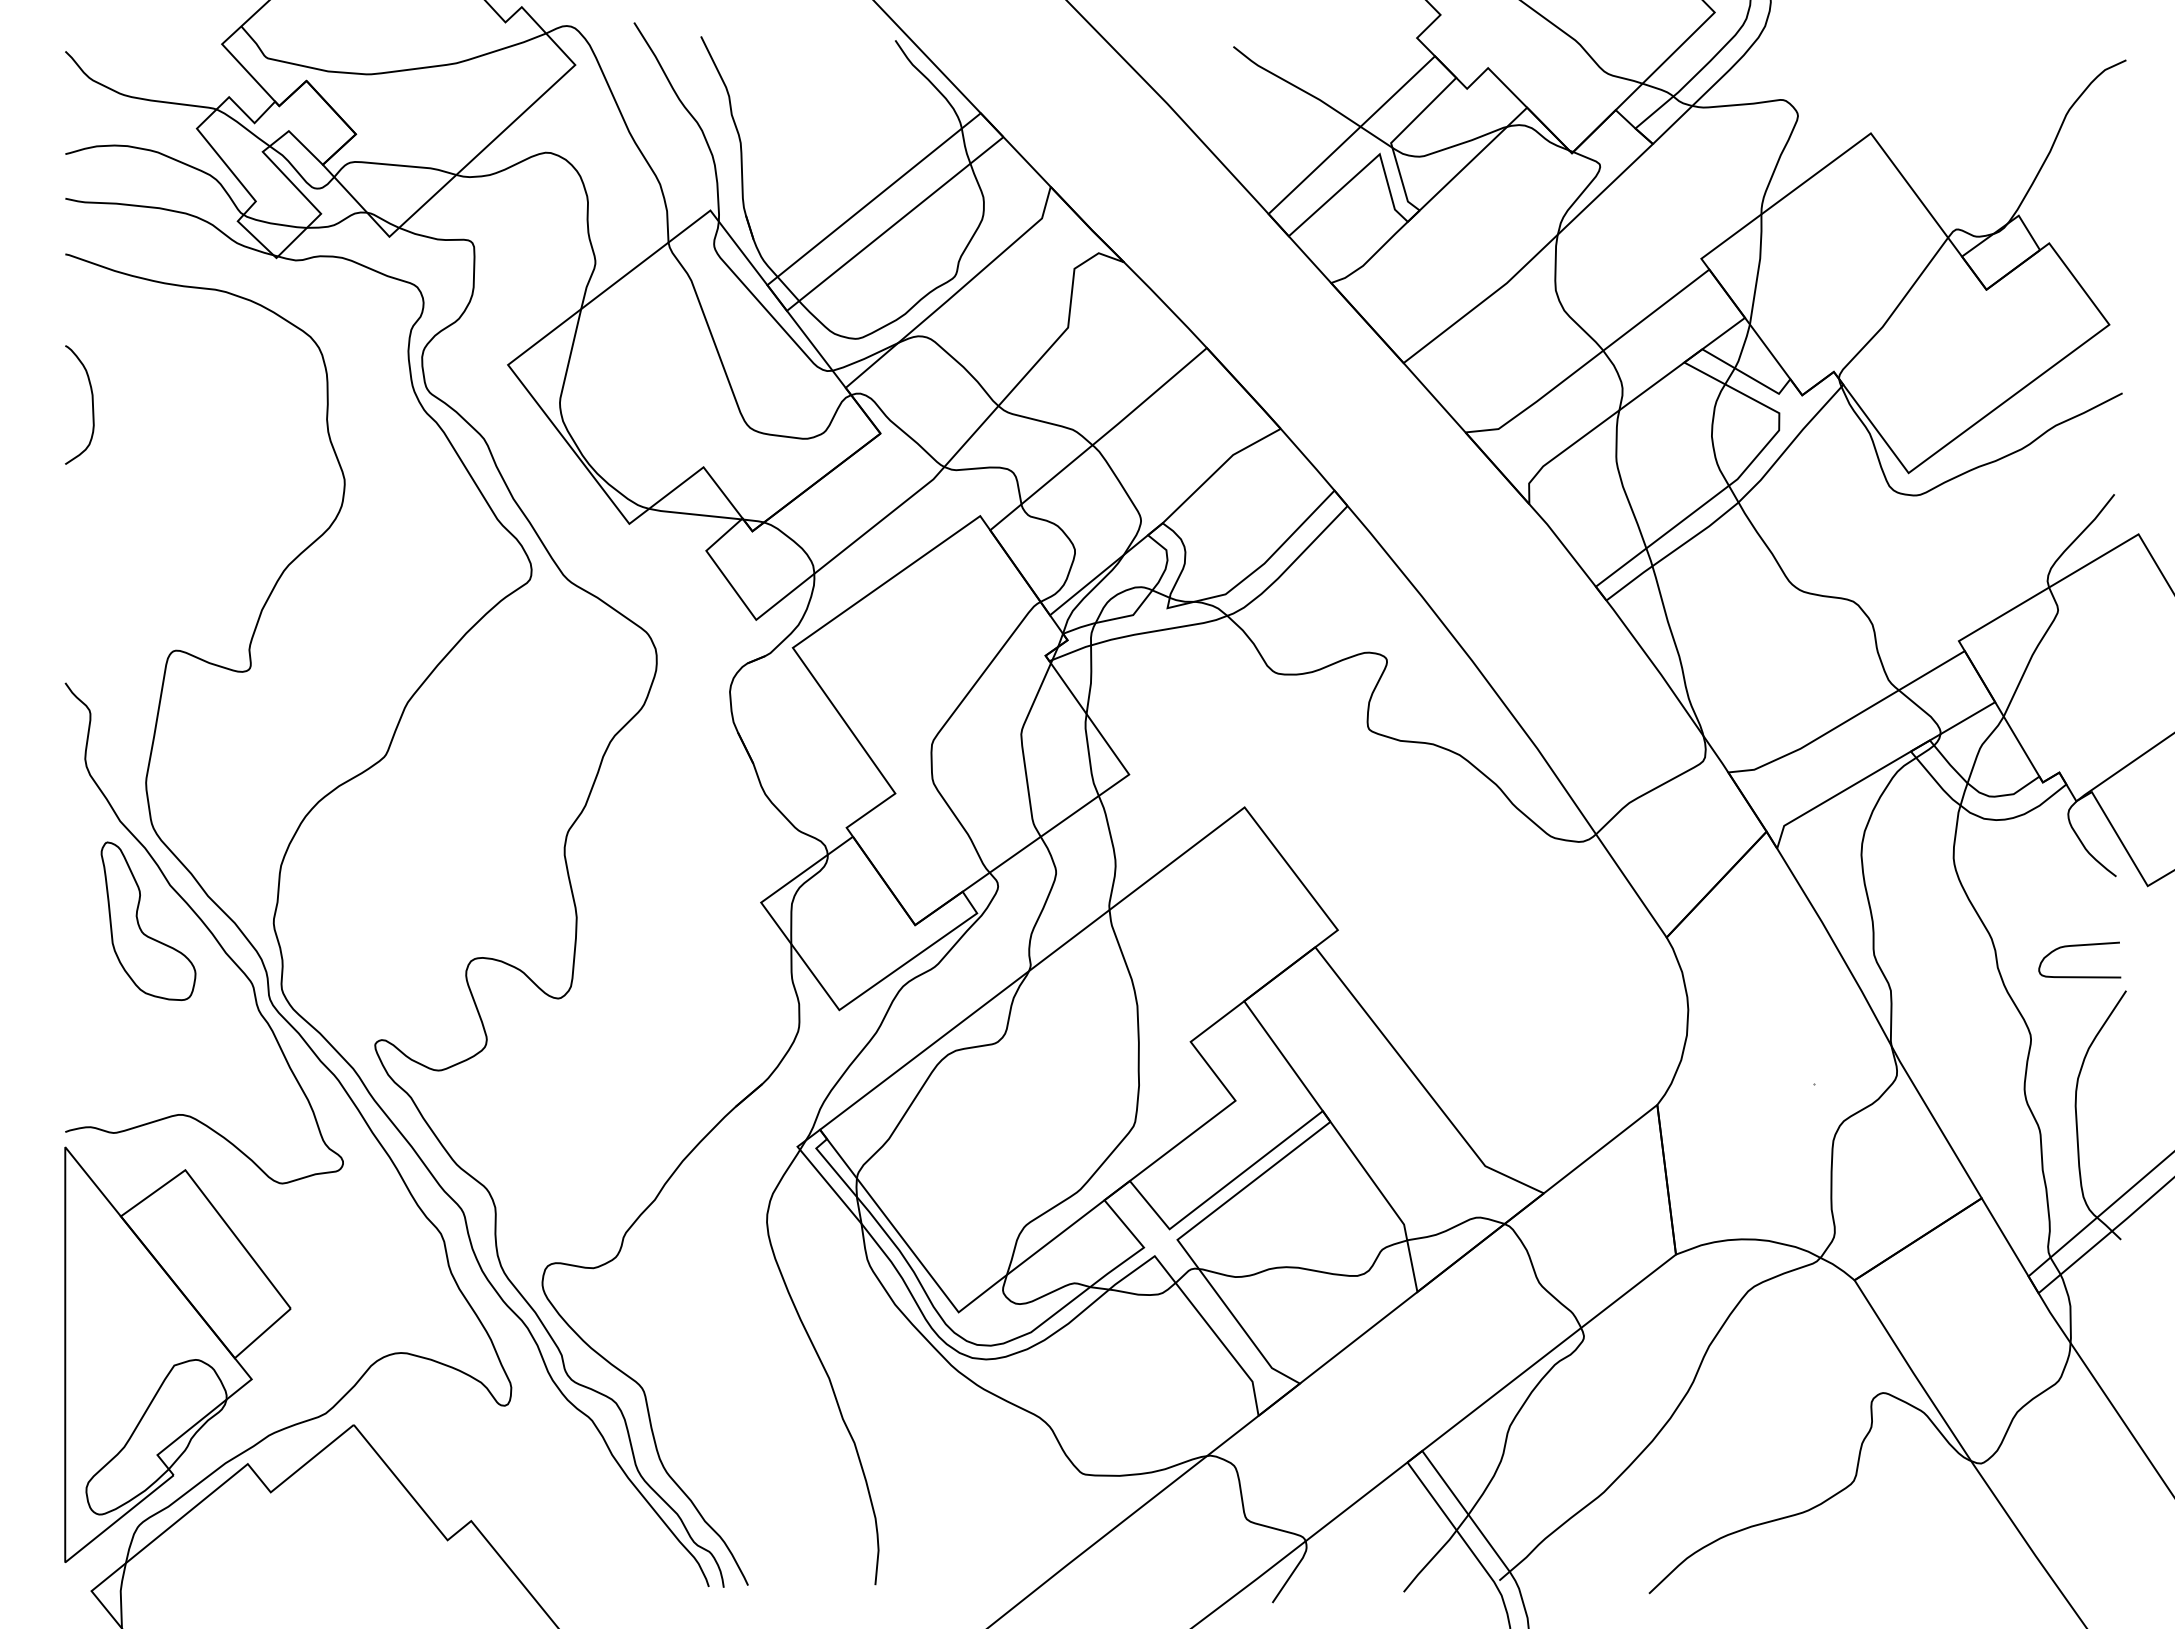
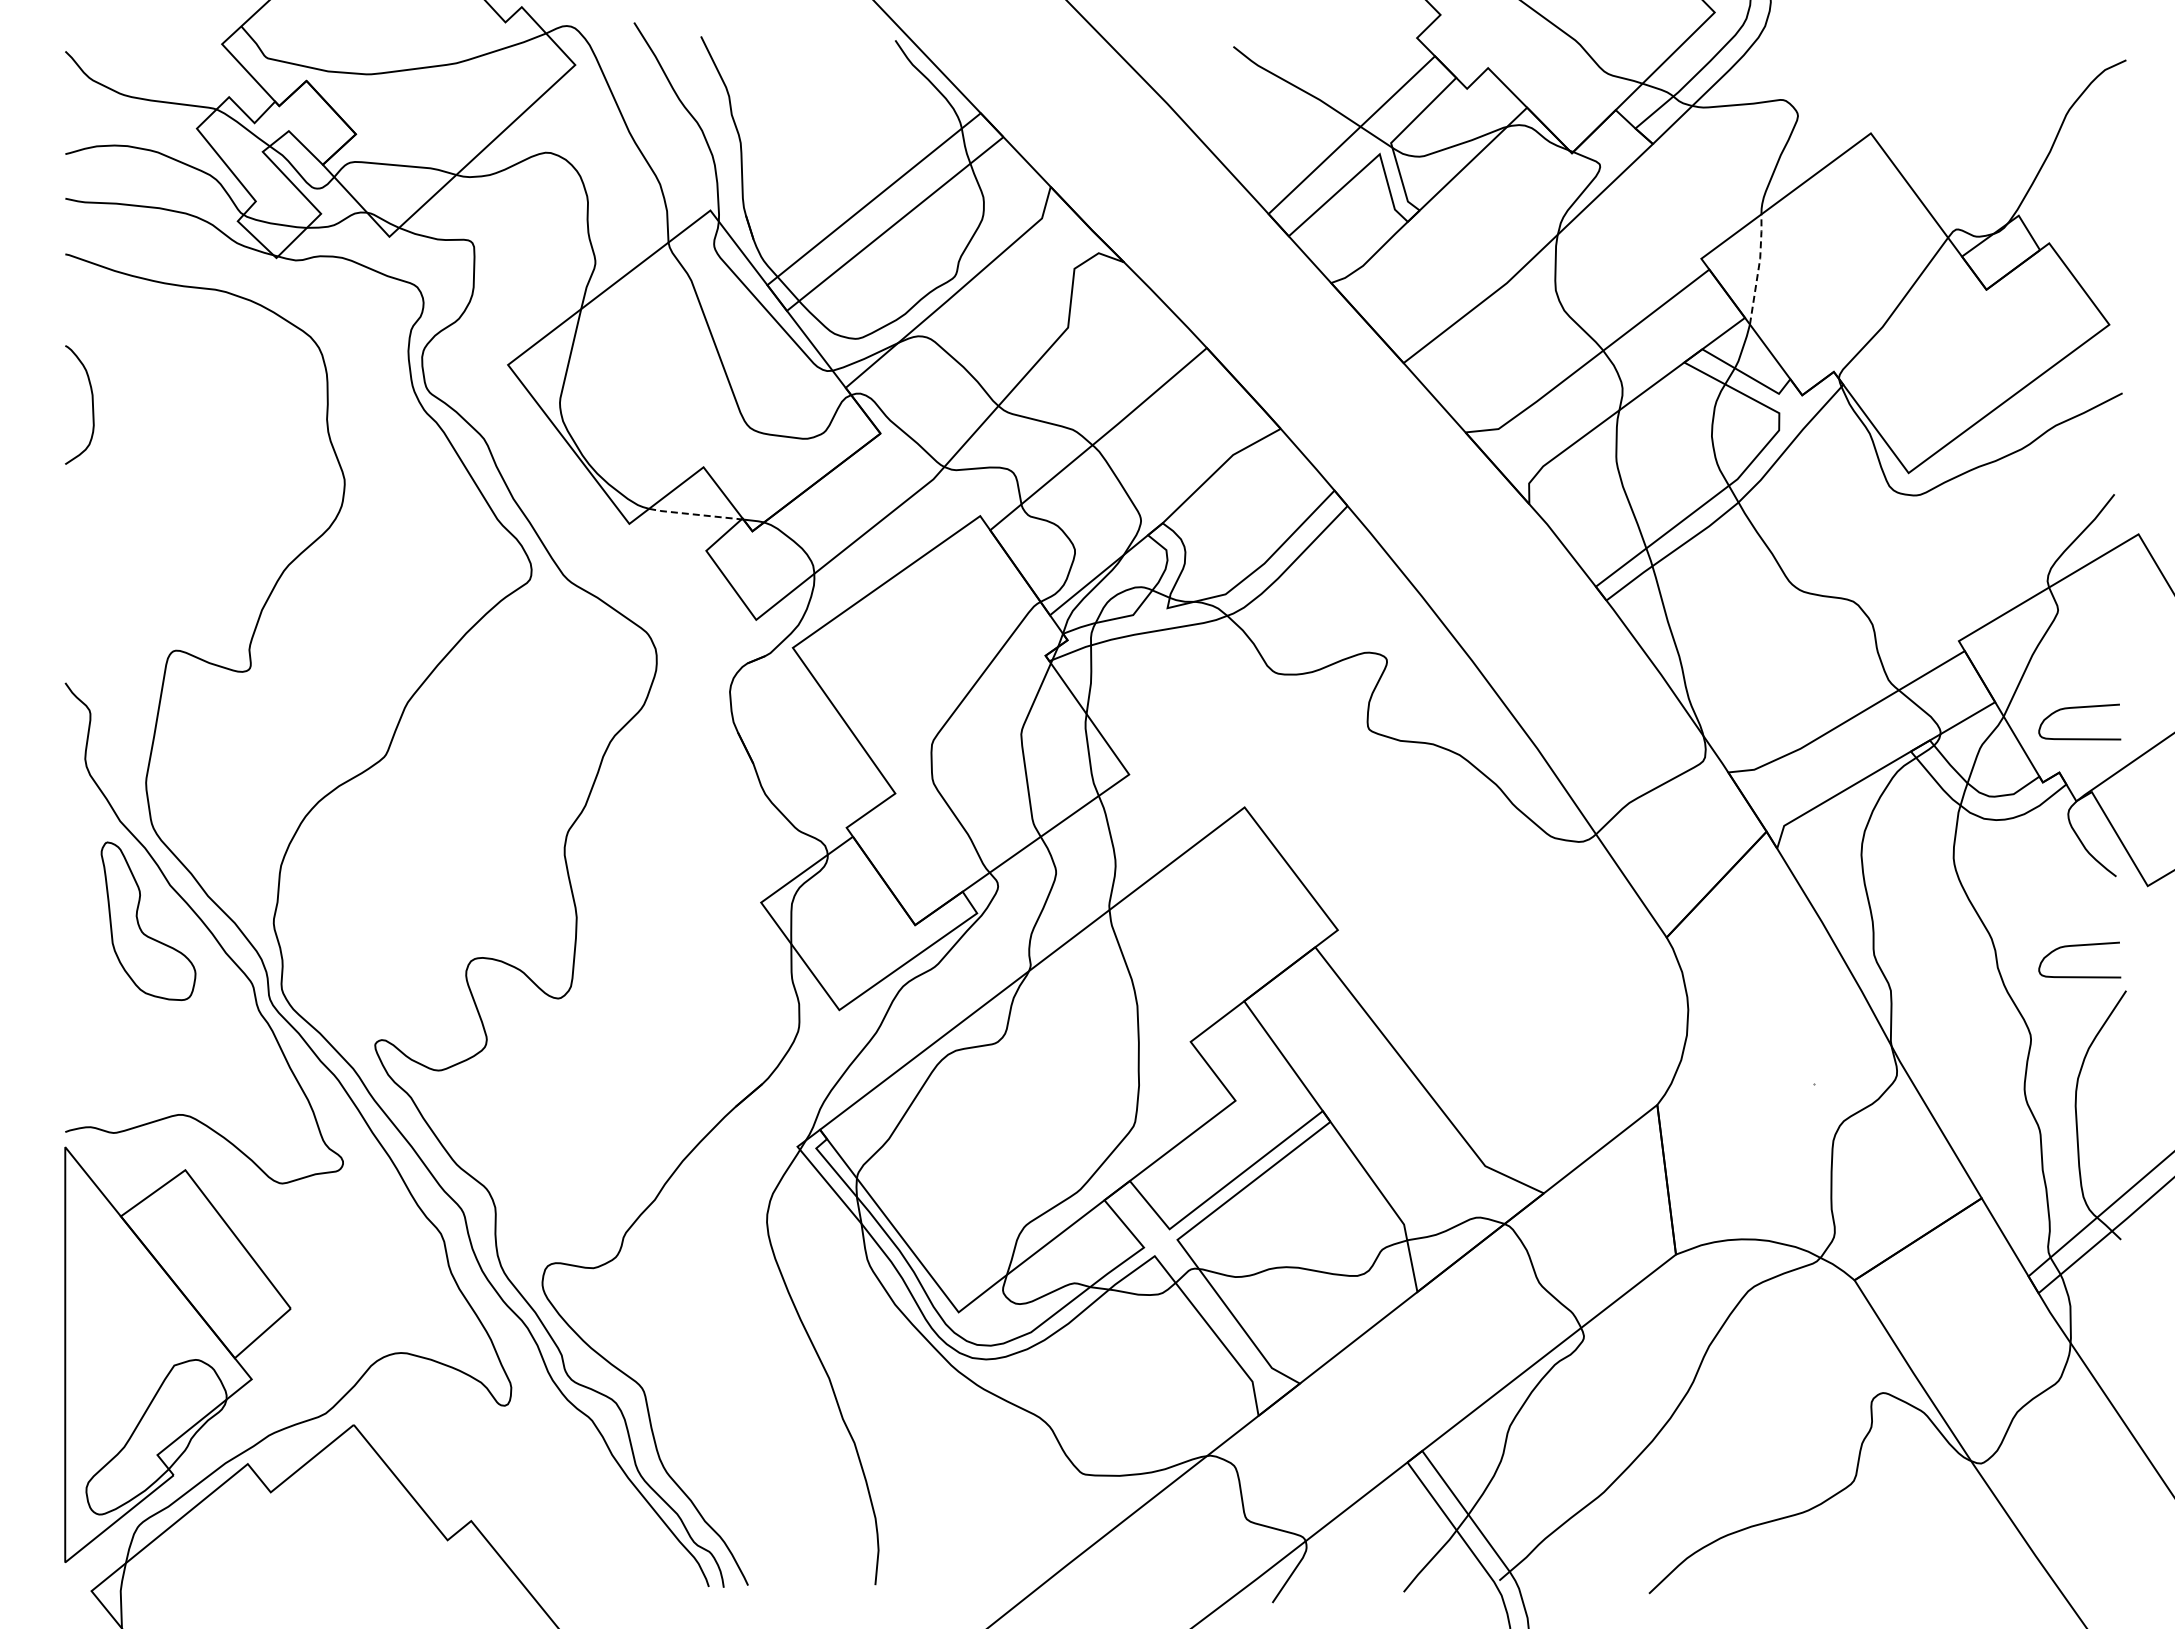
line at (1758, 268): solid -> dashed
line at (695, 514): solid -> dashed
curve at (2079, 708): none -> present
